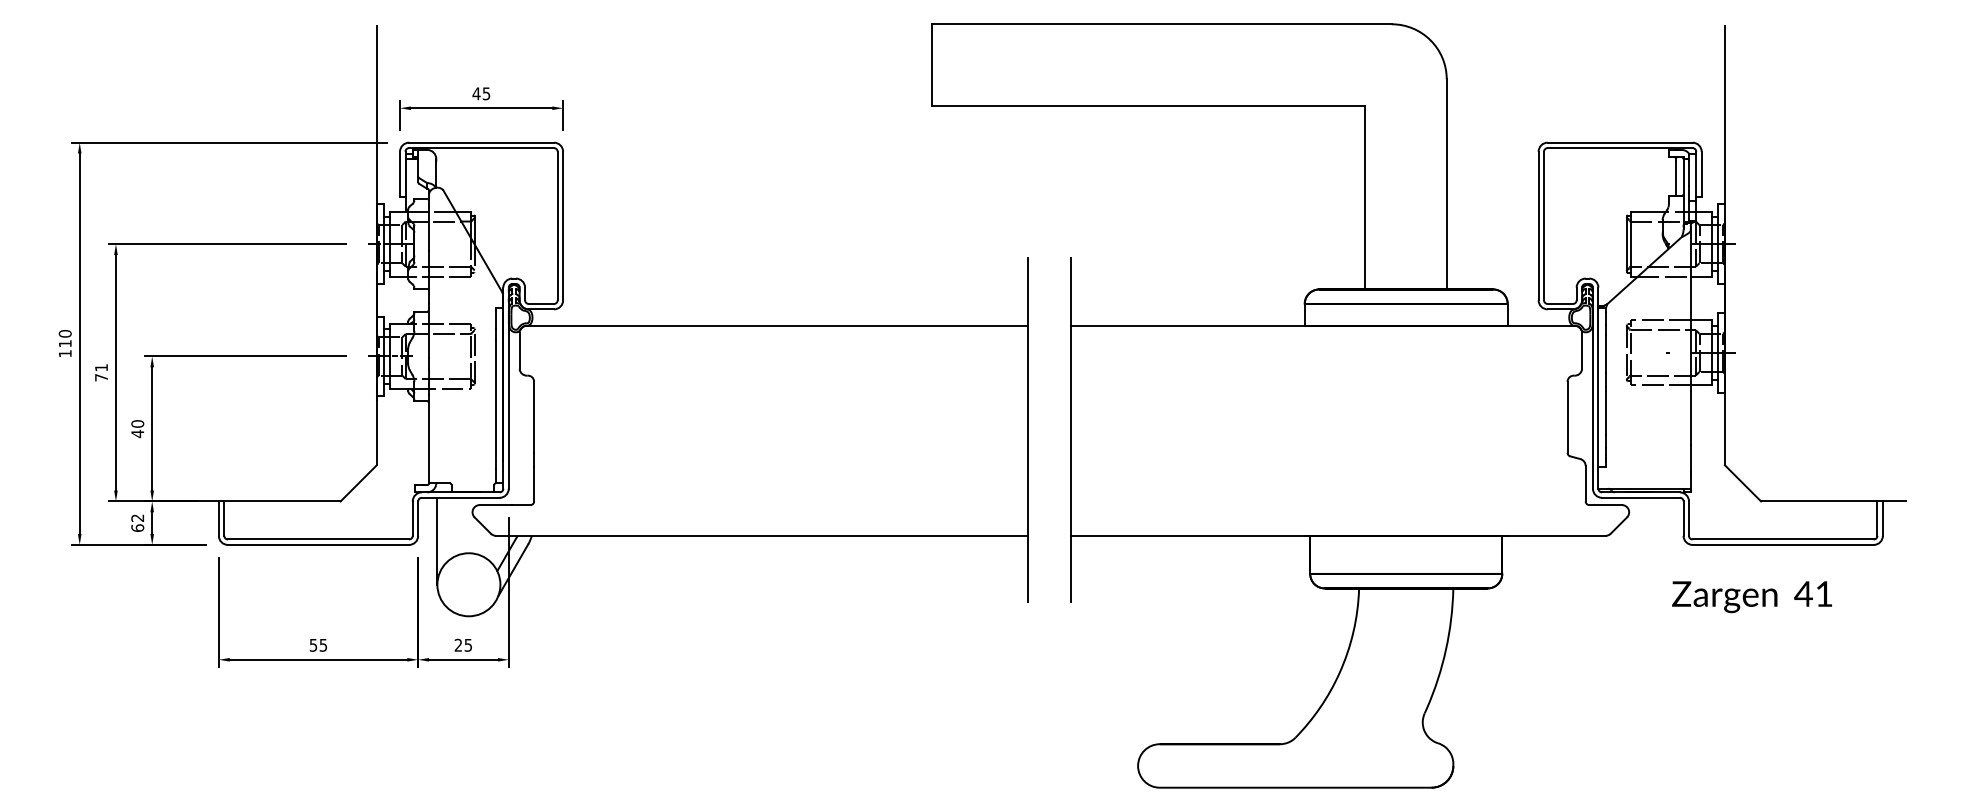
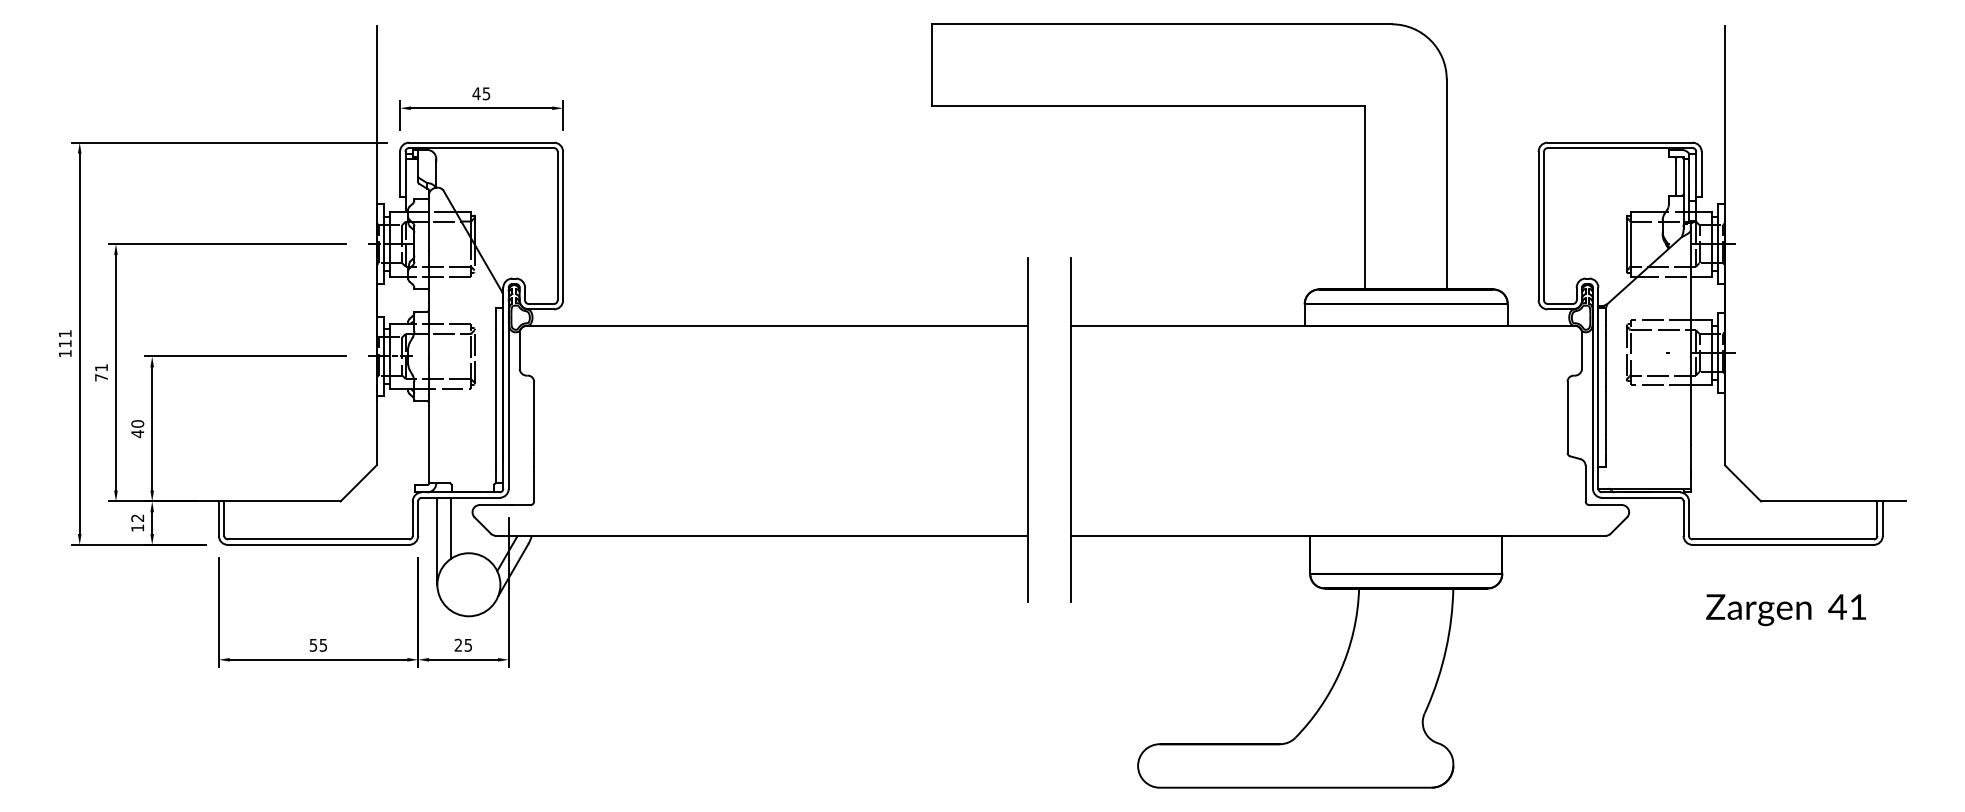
text at (64, 333): 110 -> 111
text at (137, 527): 62 -> 12
line at (450, 527): none -> present
text at (1751, 597) position: (1751, 597) -> (1785, 610)
